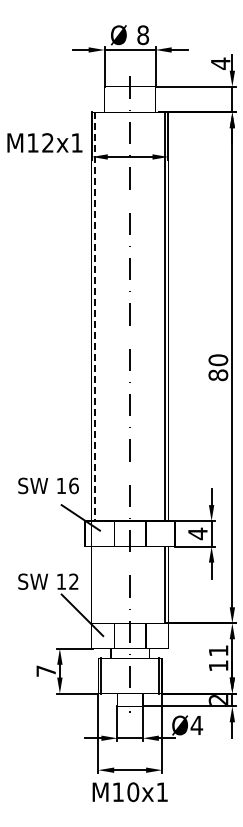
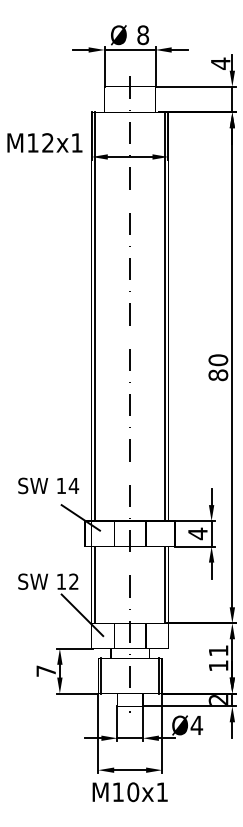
line at (95, 317): dashed -> solid
text at (73, 485): 16 -> 14
line at (95, 584): none -> present
